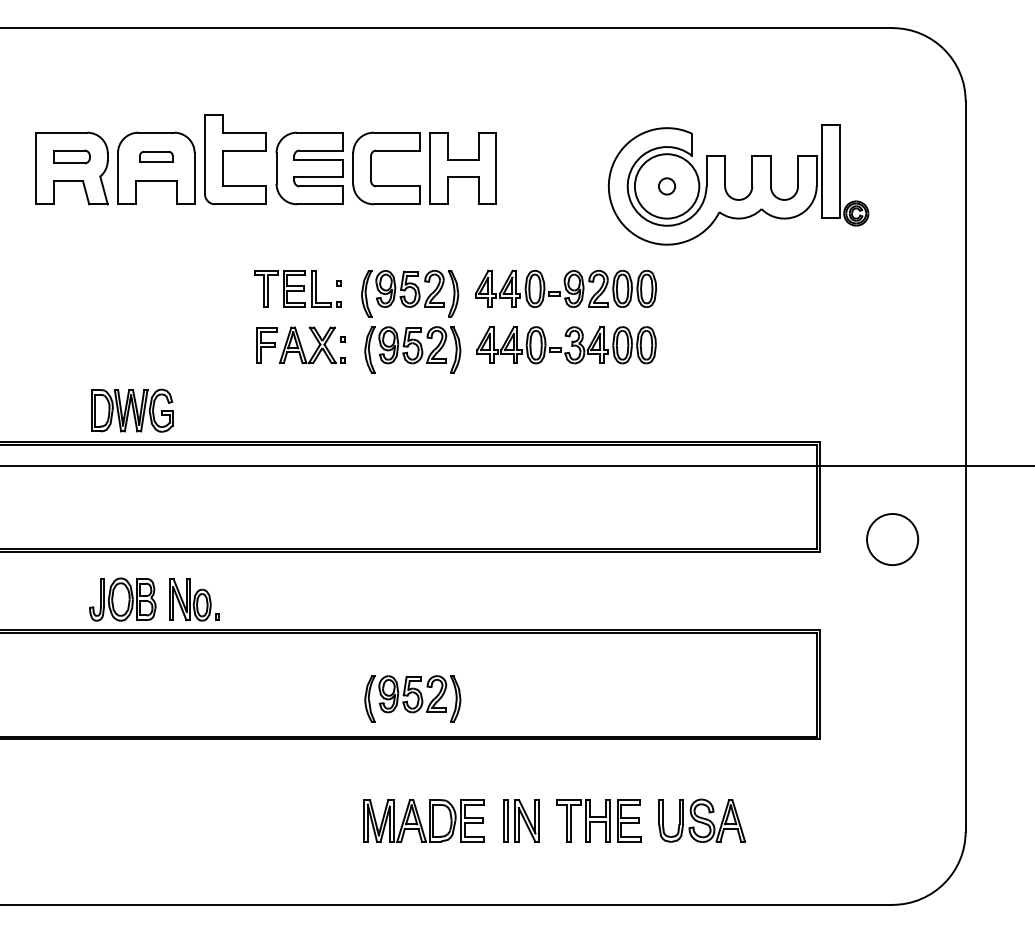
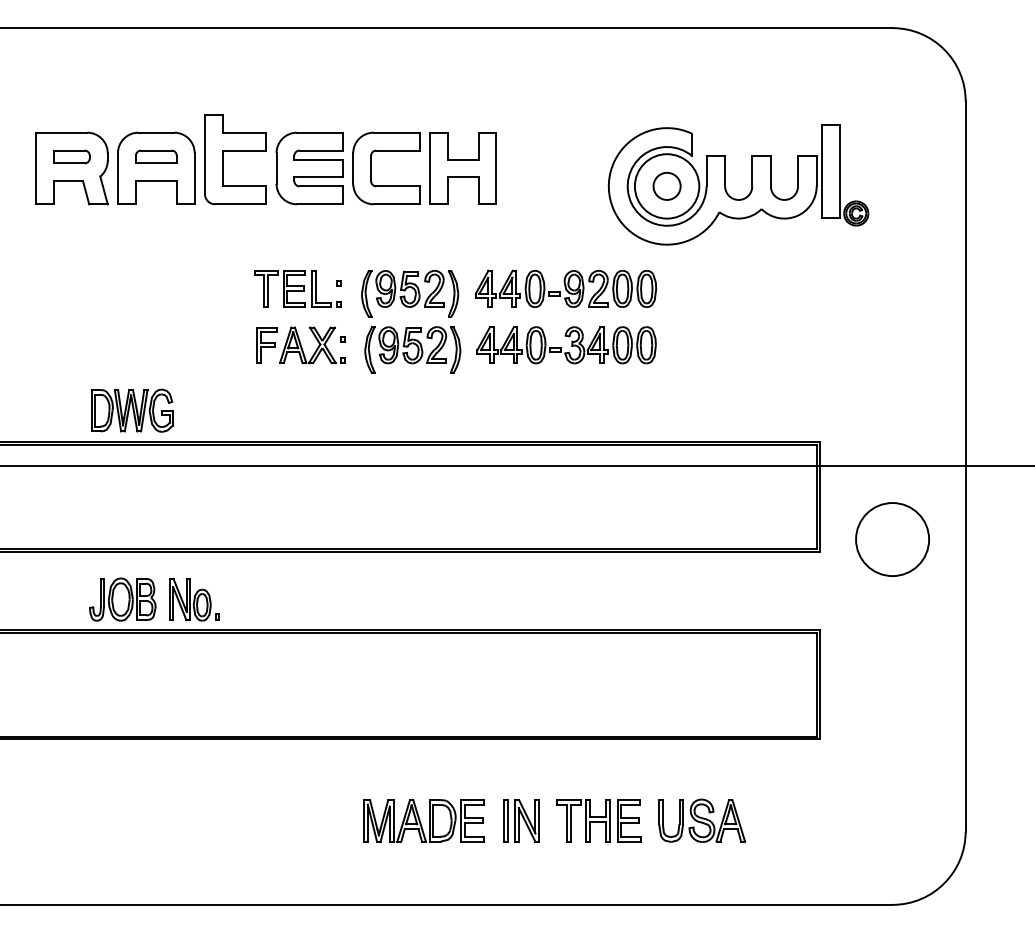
part at (156, 156) size: 35x13 px -> 43x15 px
circle at (667, 186) size: 19x19 px -> 30x29 px
circle at (892, 539) diameter: 51 px -> 73 px
part at (412, 698): present -> none
